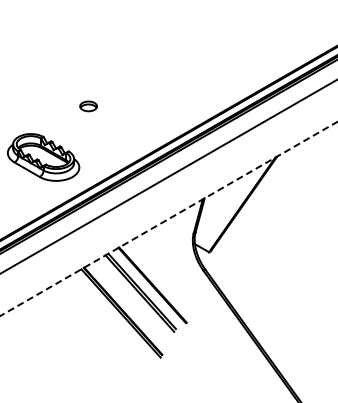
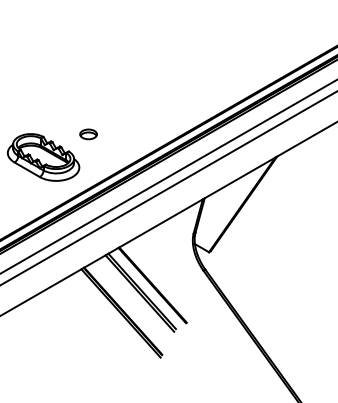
part at (88, 106) position: (88, 106) -> (88, 134)
line at (168, 187): none -> present
line at (169, 218): dashed -> solid
